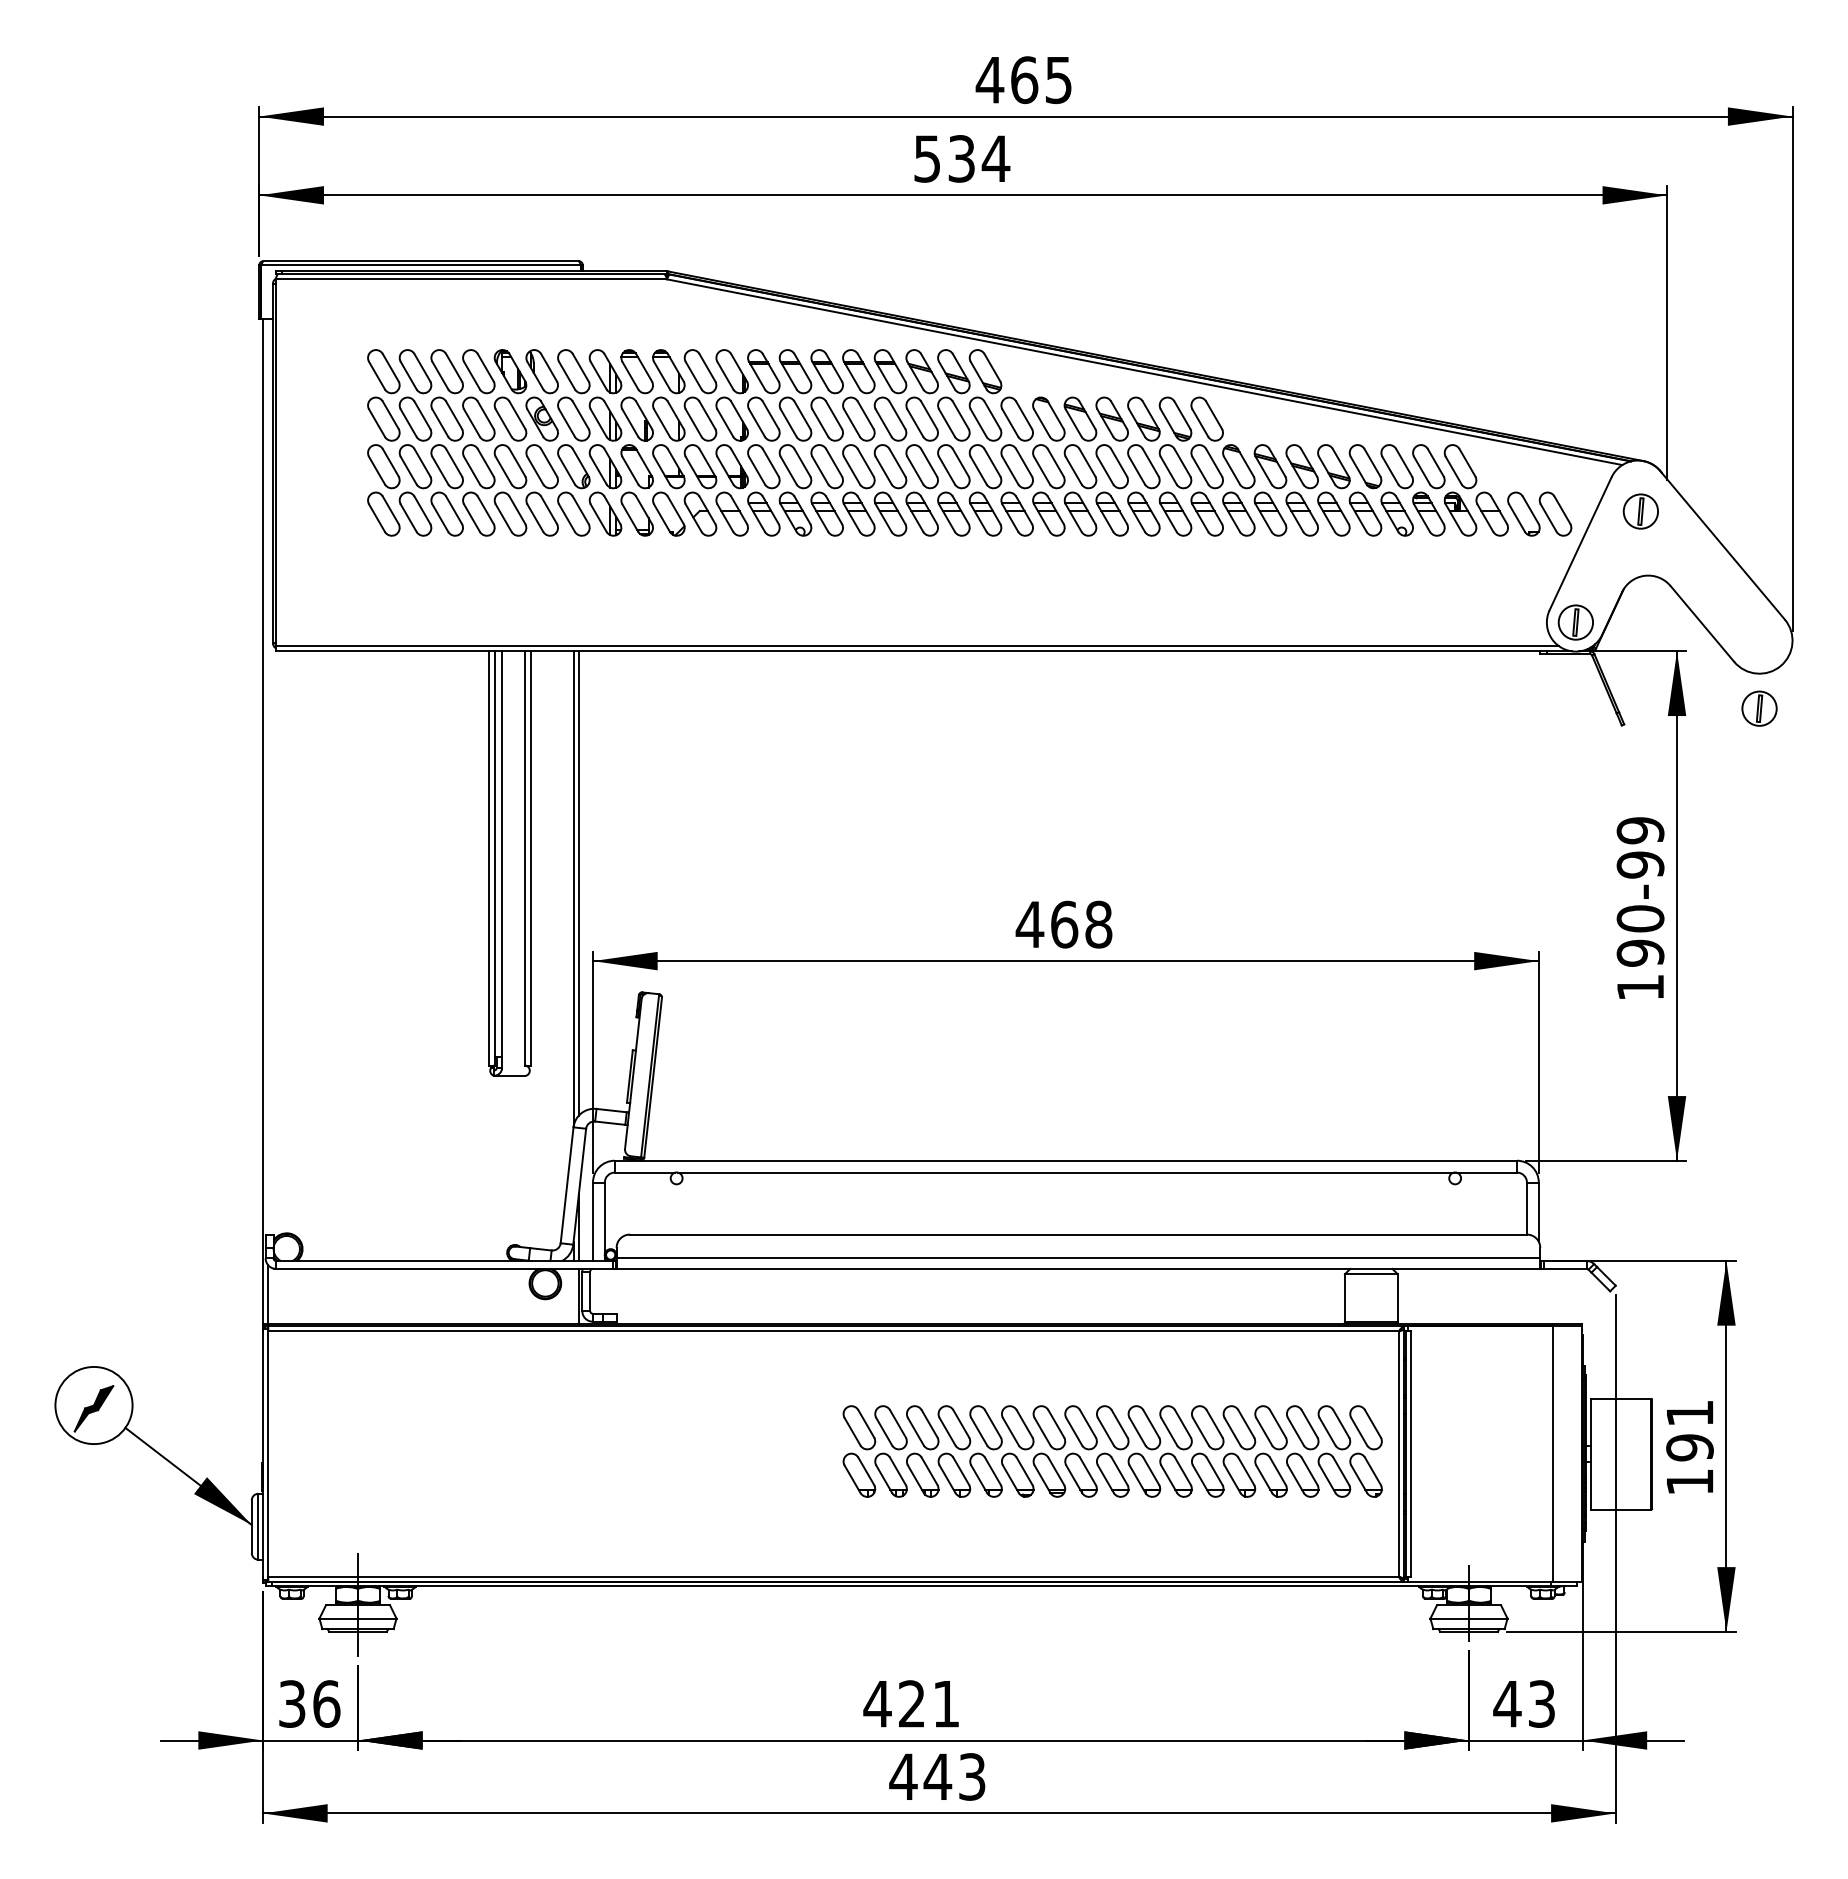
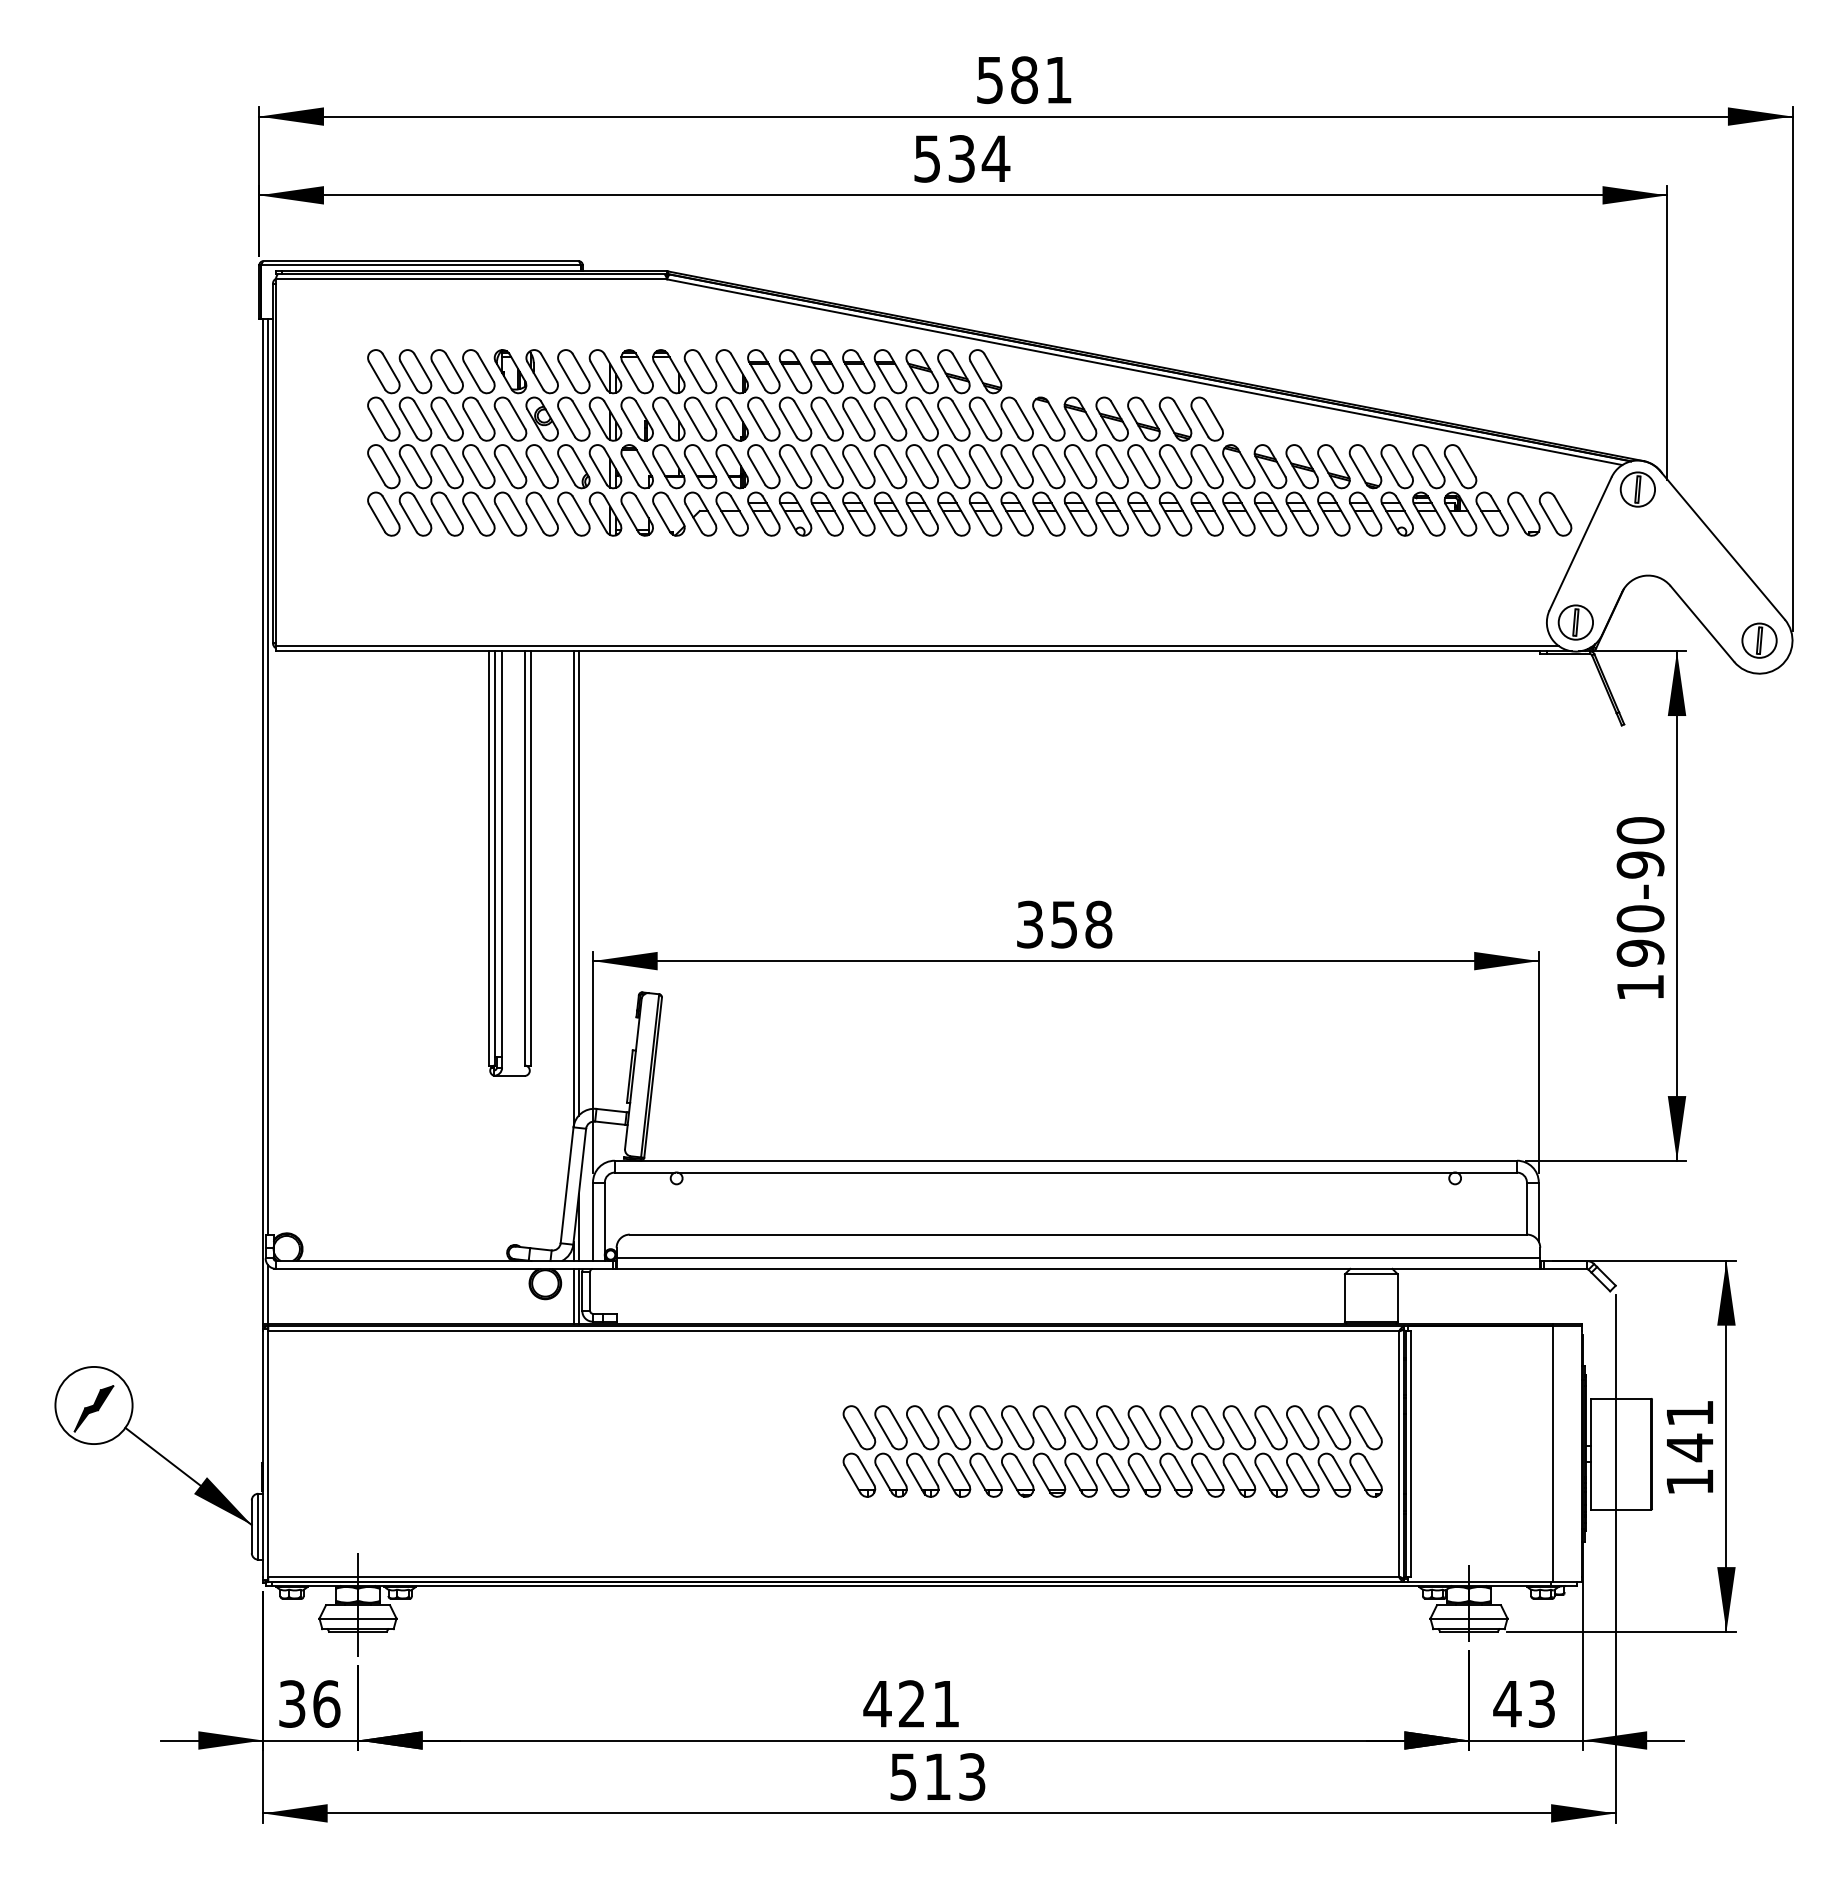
text at (1023, 80): 465 -> 581
part at (1640, 511) position: (1640, 511) -> (1637, 489)
part at (1759, 708) position: (1759, 708) -> (1759, 640)
line at (268, 776): none -> present
text at (1640, 830): 190-99 -> 190-90
text at (1046, 924): 468 -> 358
line at (573, 1295): none -> present
text at (1689, 1447): 191 -> 141
text at (920, 1776): 443 -> 513
